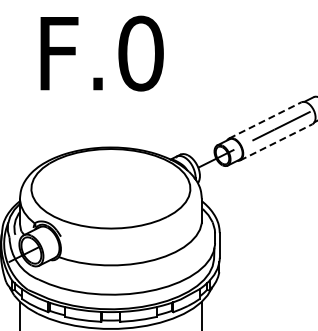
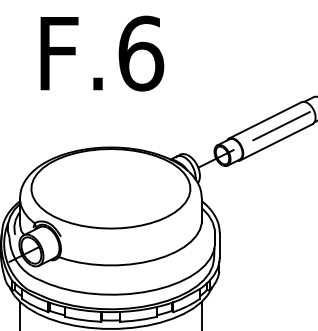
text at (141, 53): F.0 -> F.6
line at (265, 120): dashed -> solid
line at (276, 142): dashed -> solid
